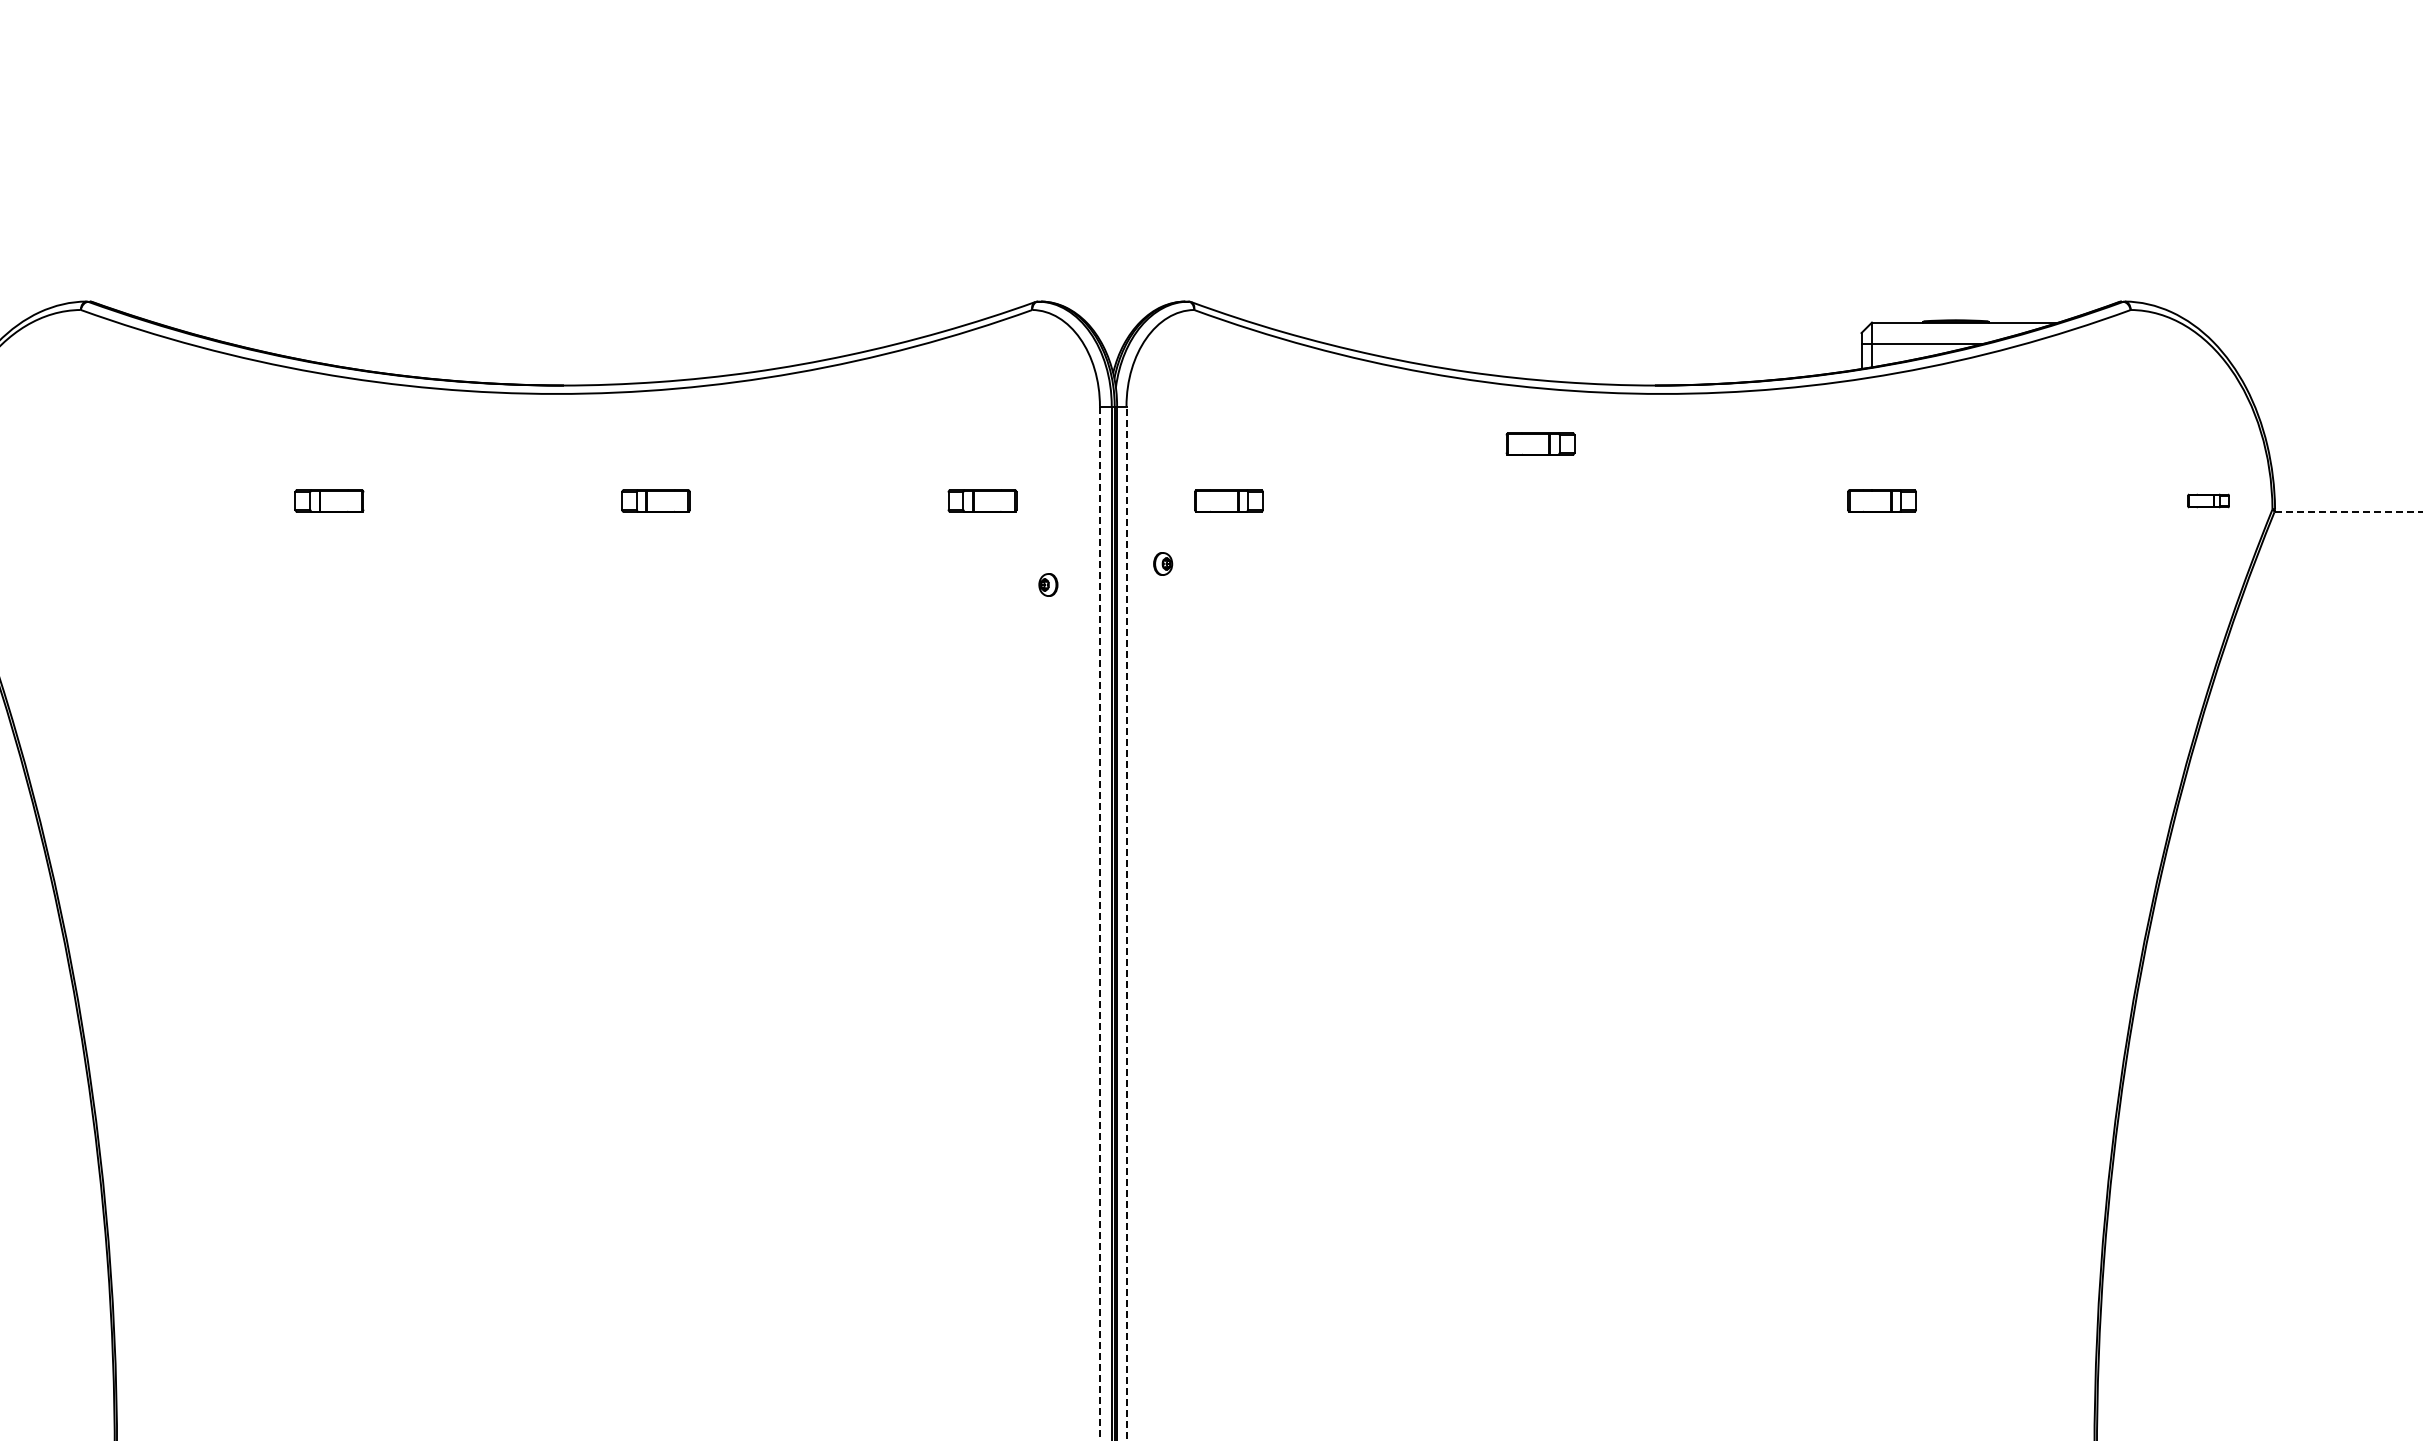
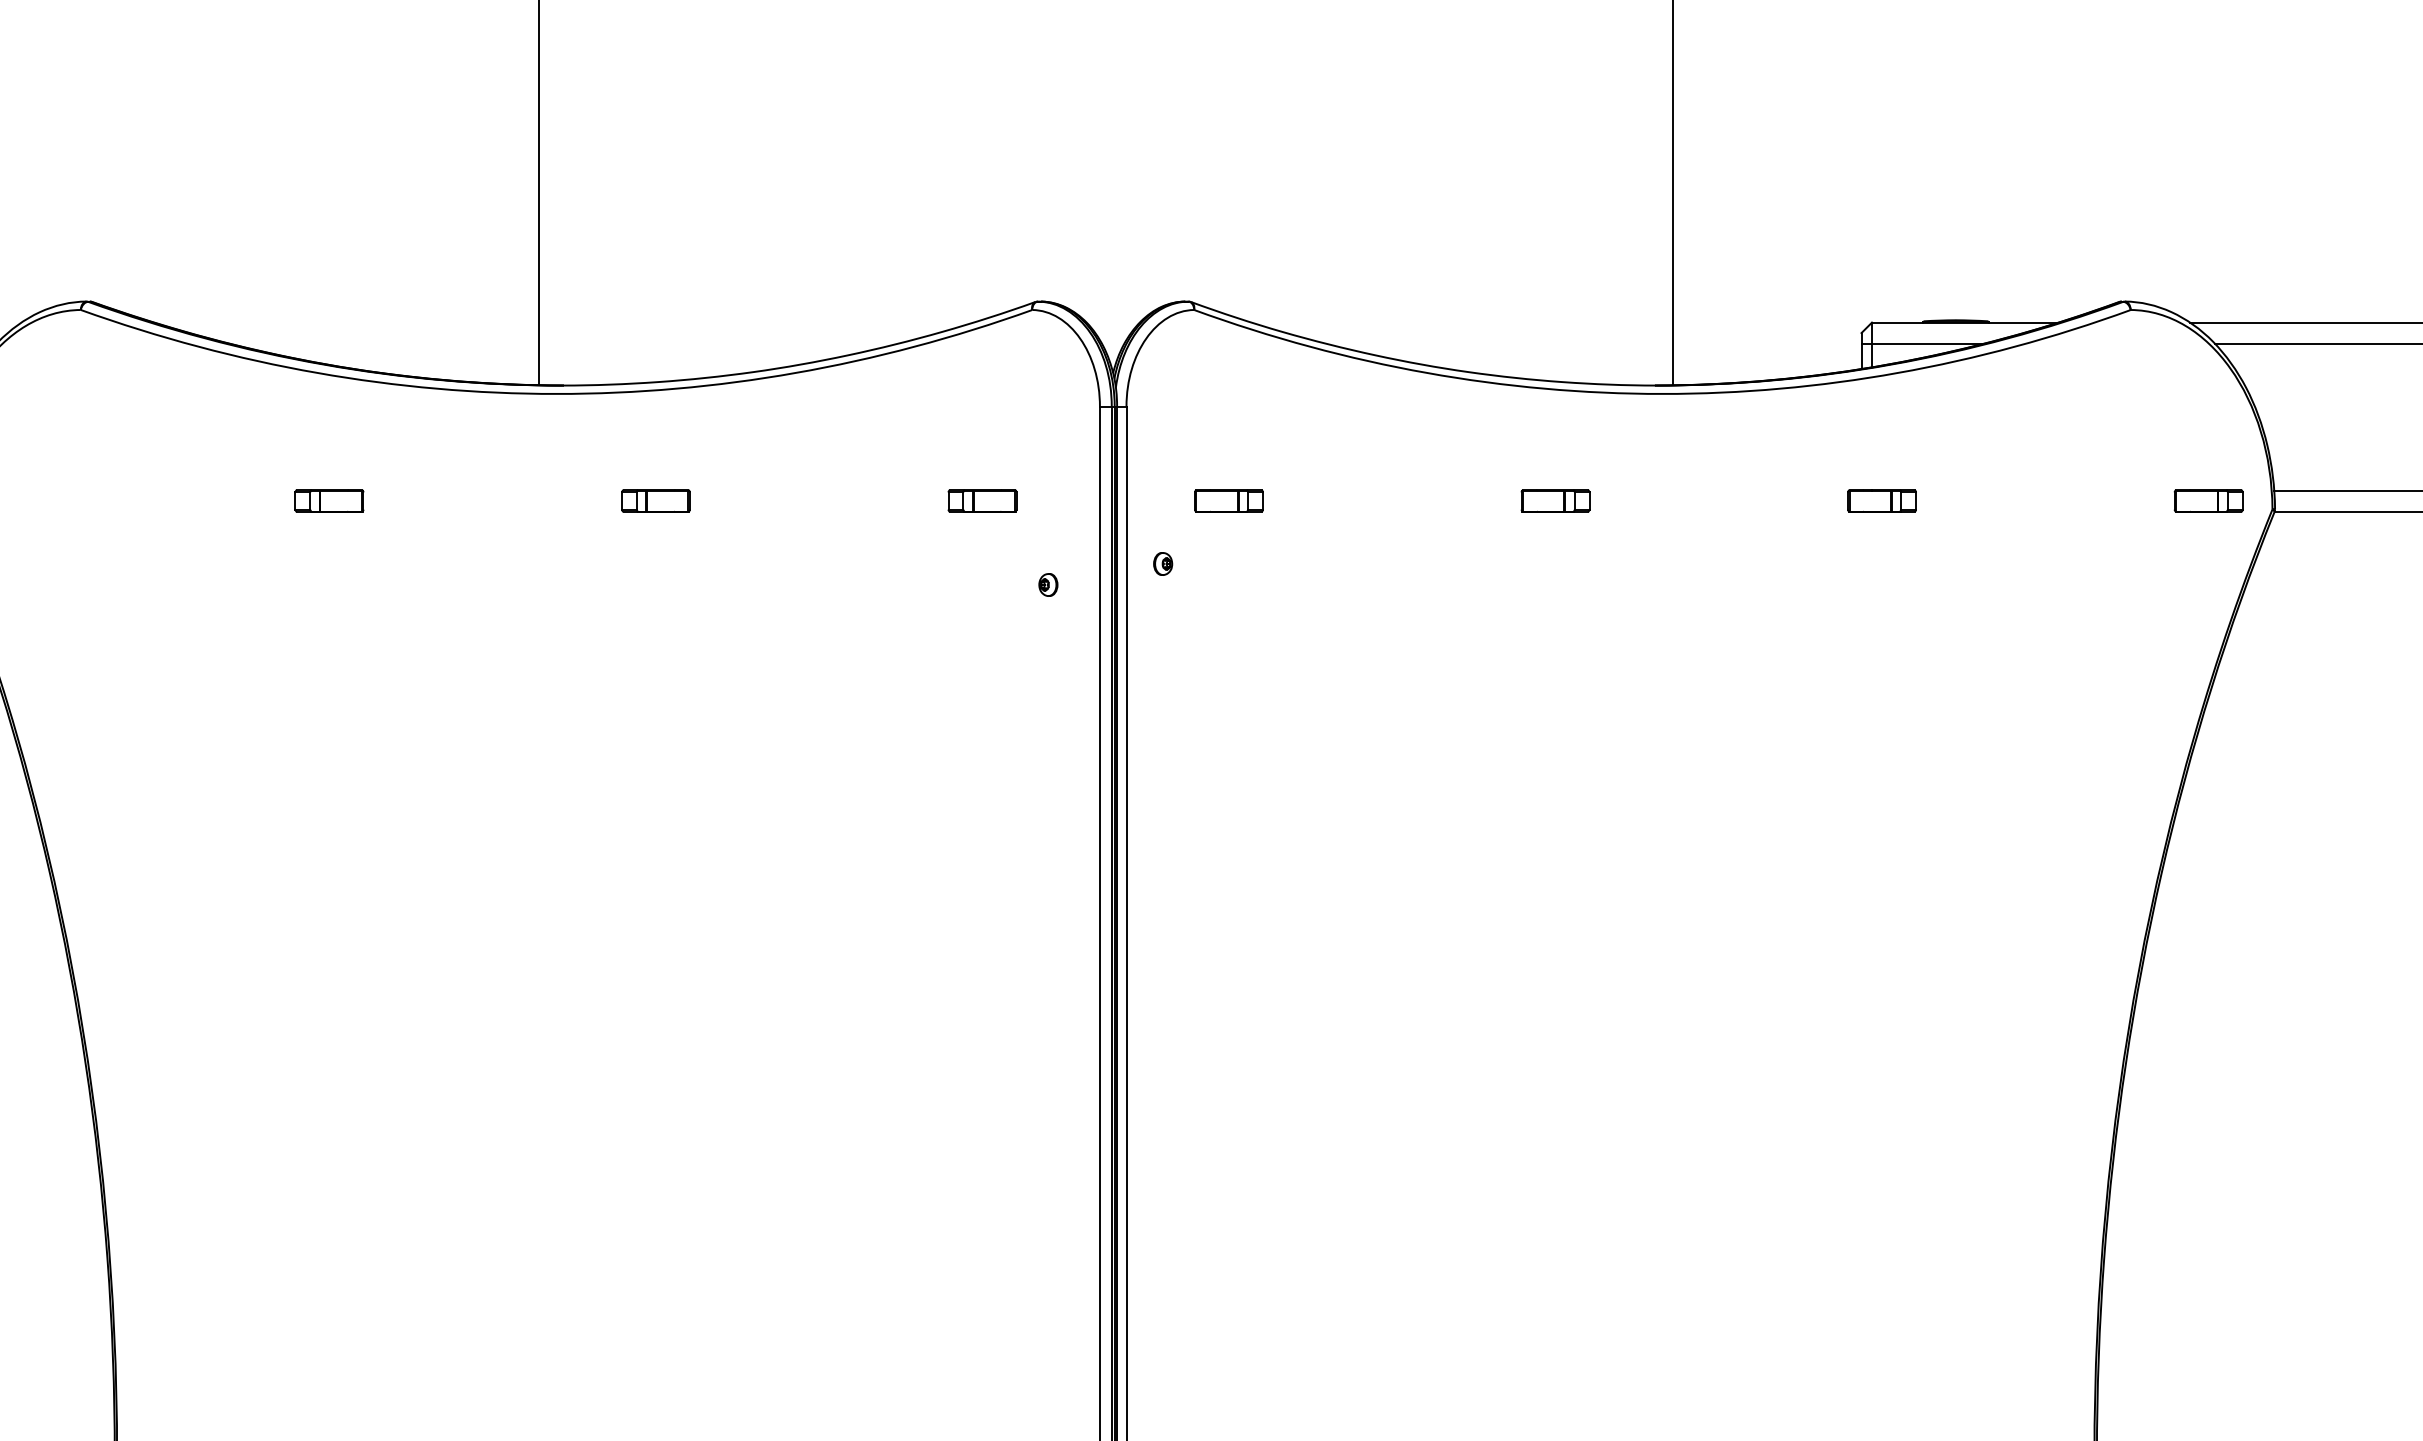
line at (538, 193): none -> present
line at (1672, 193): none -> present
line at (2304, 322): none -> present
line at (2316, 343): none -> present
part at (1540, 443) position: (1540, 443) -> (1555, 500)
line at (2346, 490): none -> present
part at (2208, 500) size: 43x16 px -> 71x24 px
line at (2348, 511): dashed -> solid
line at (1099, 923): dashed -> solid
line at (1126, 923): dashed -> solid
